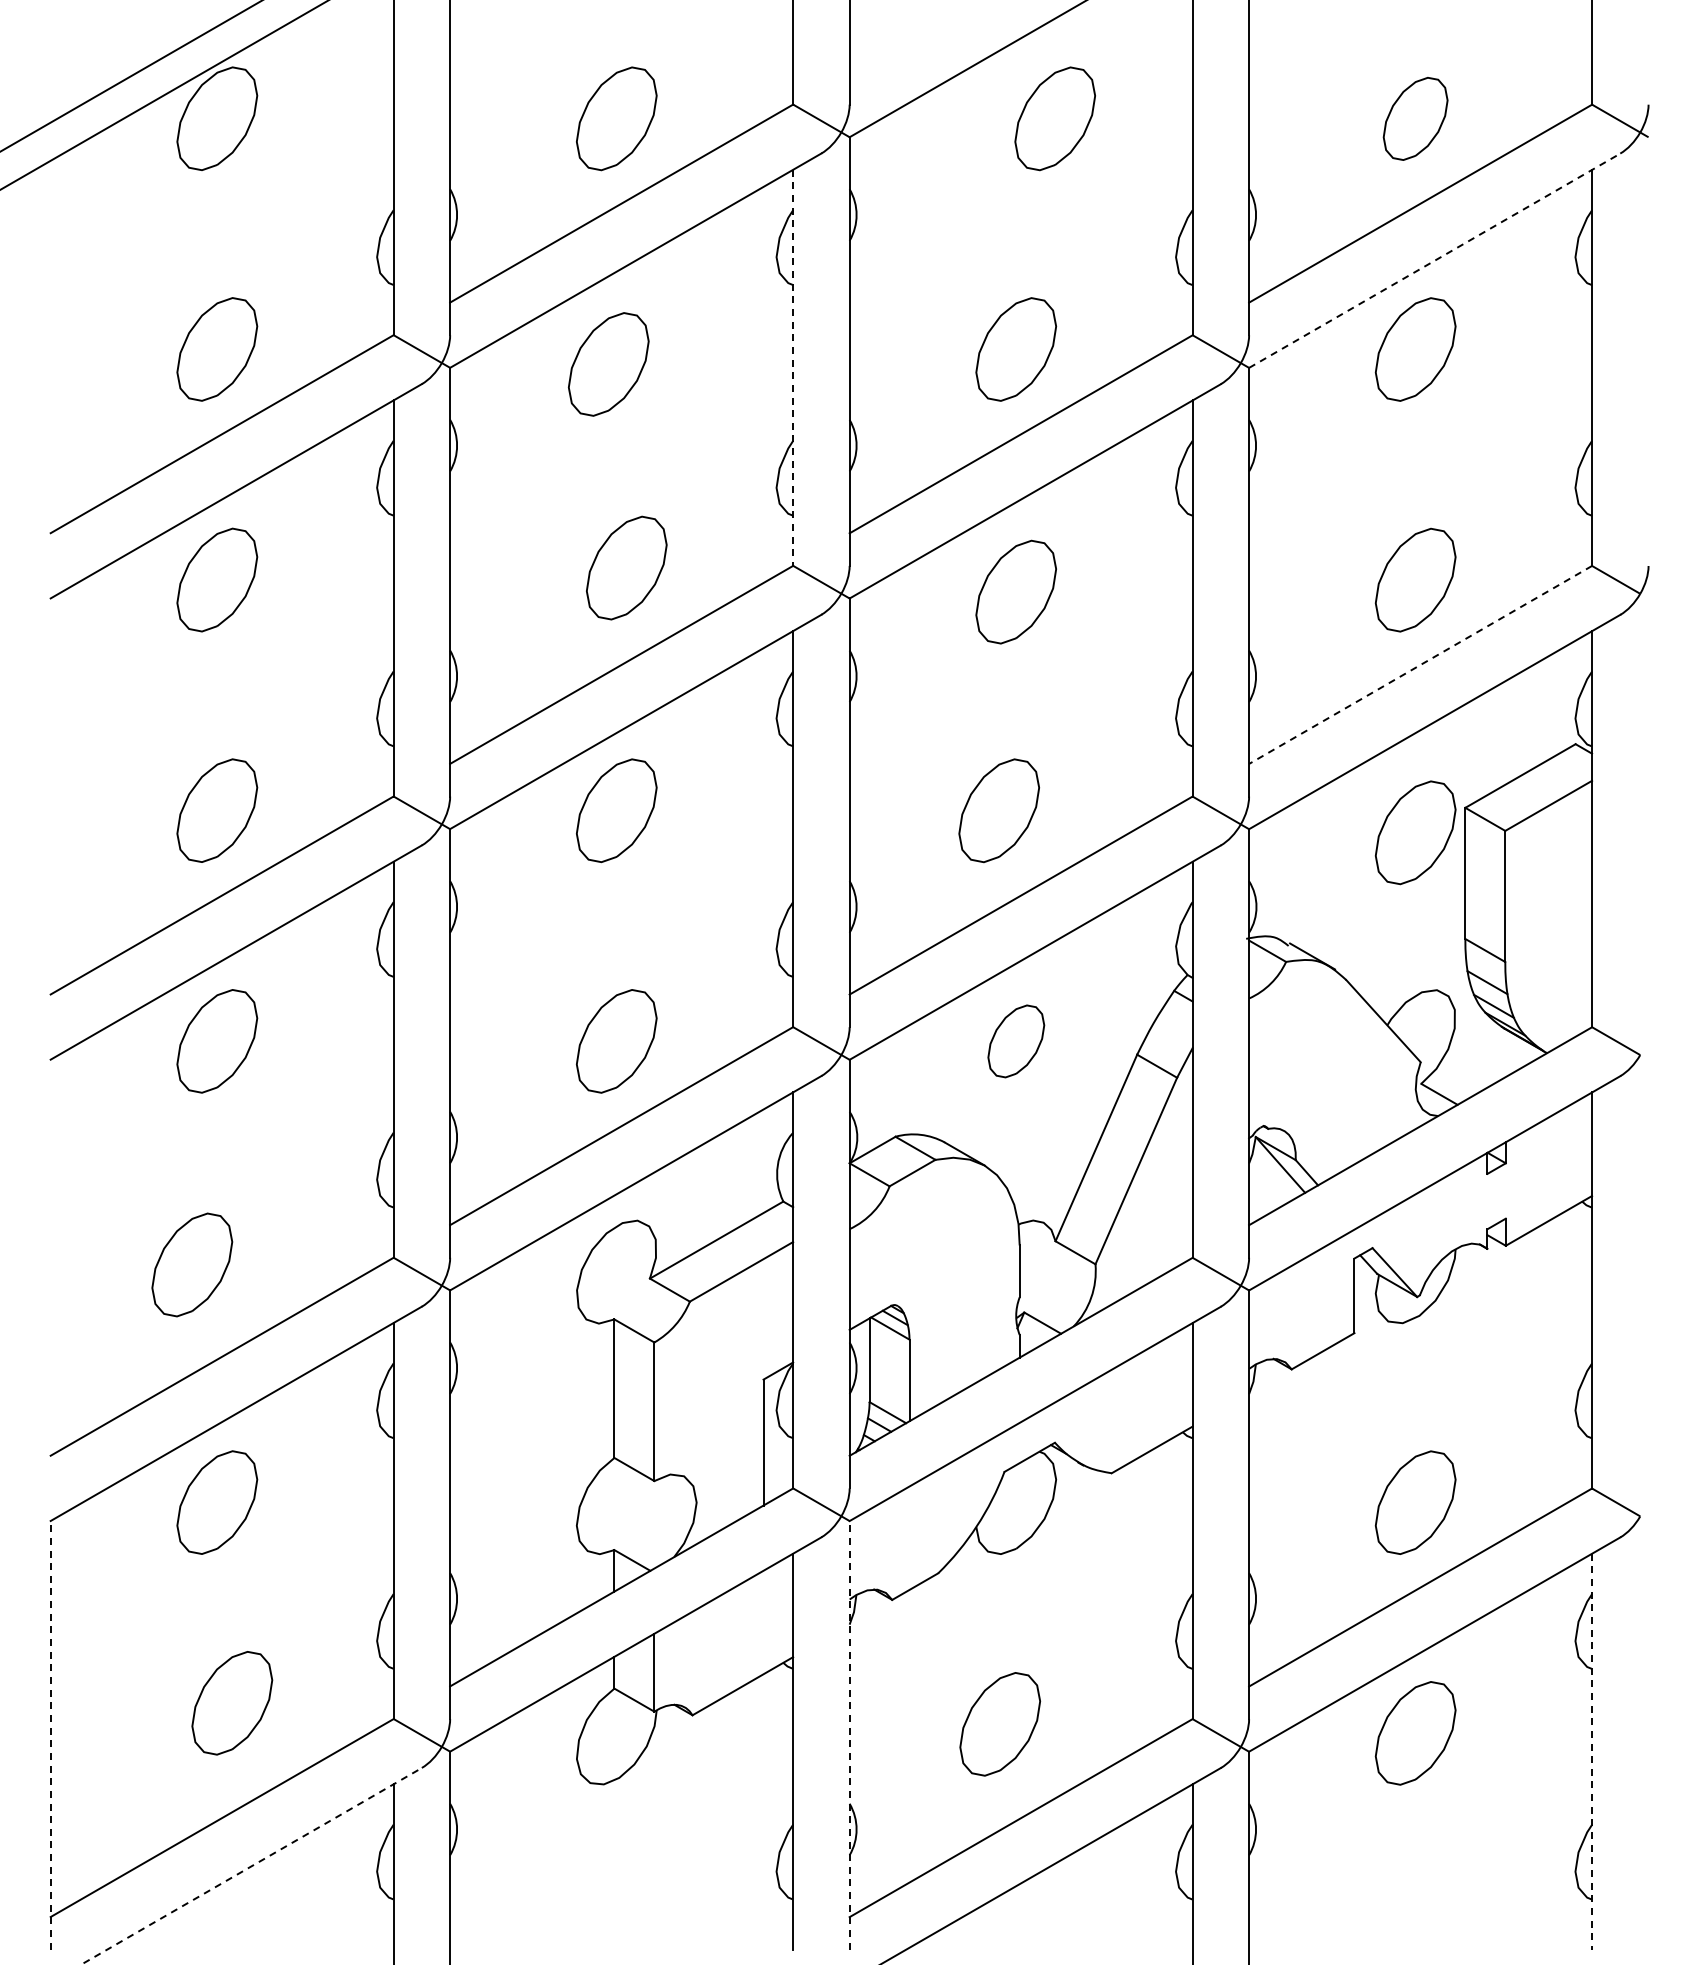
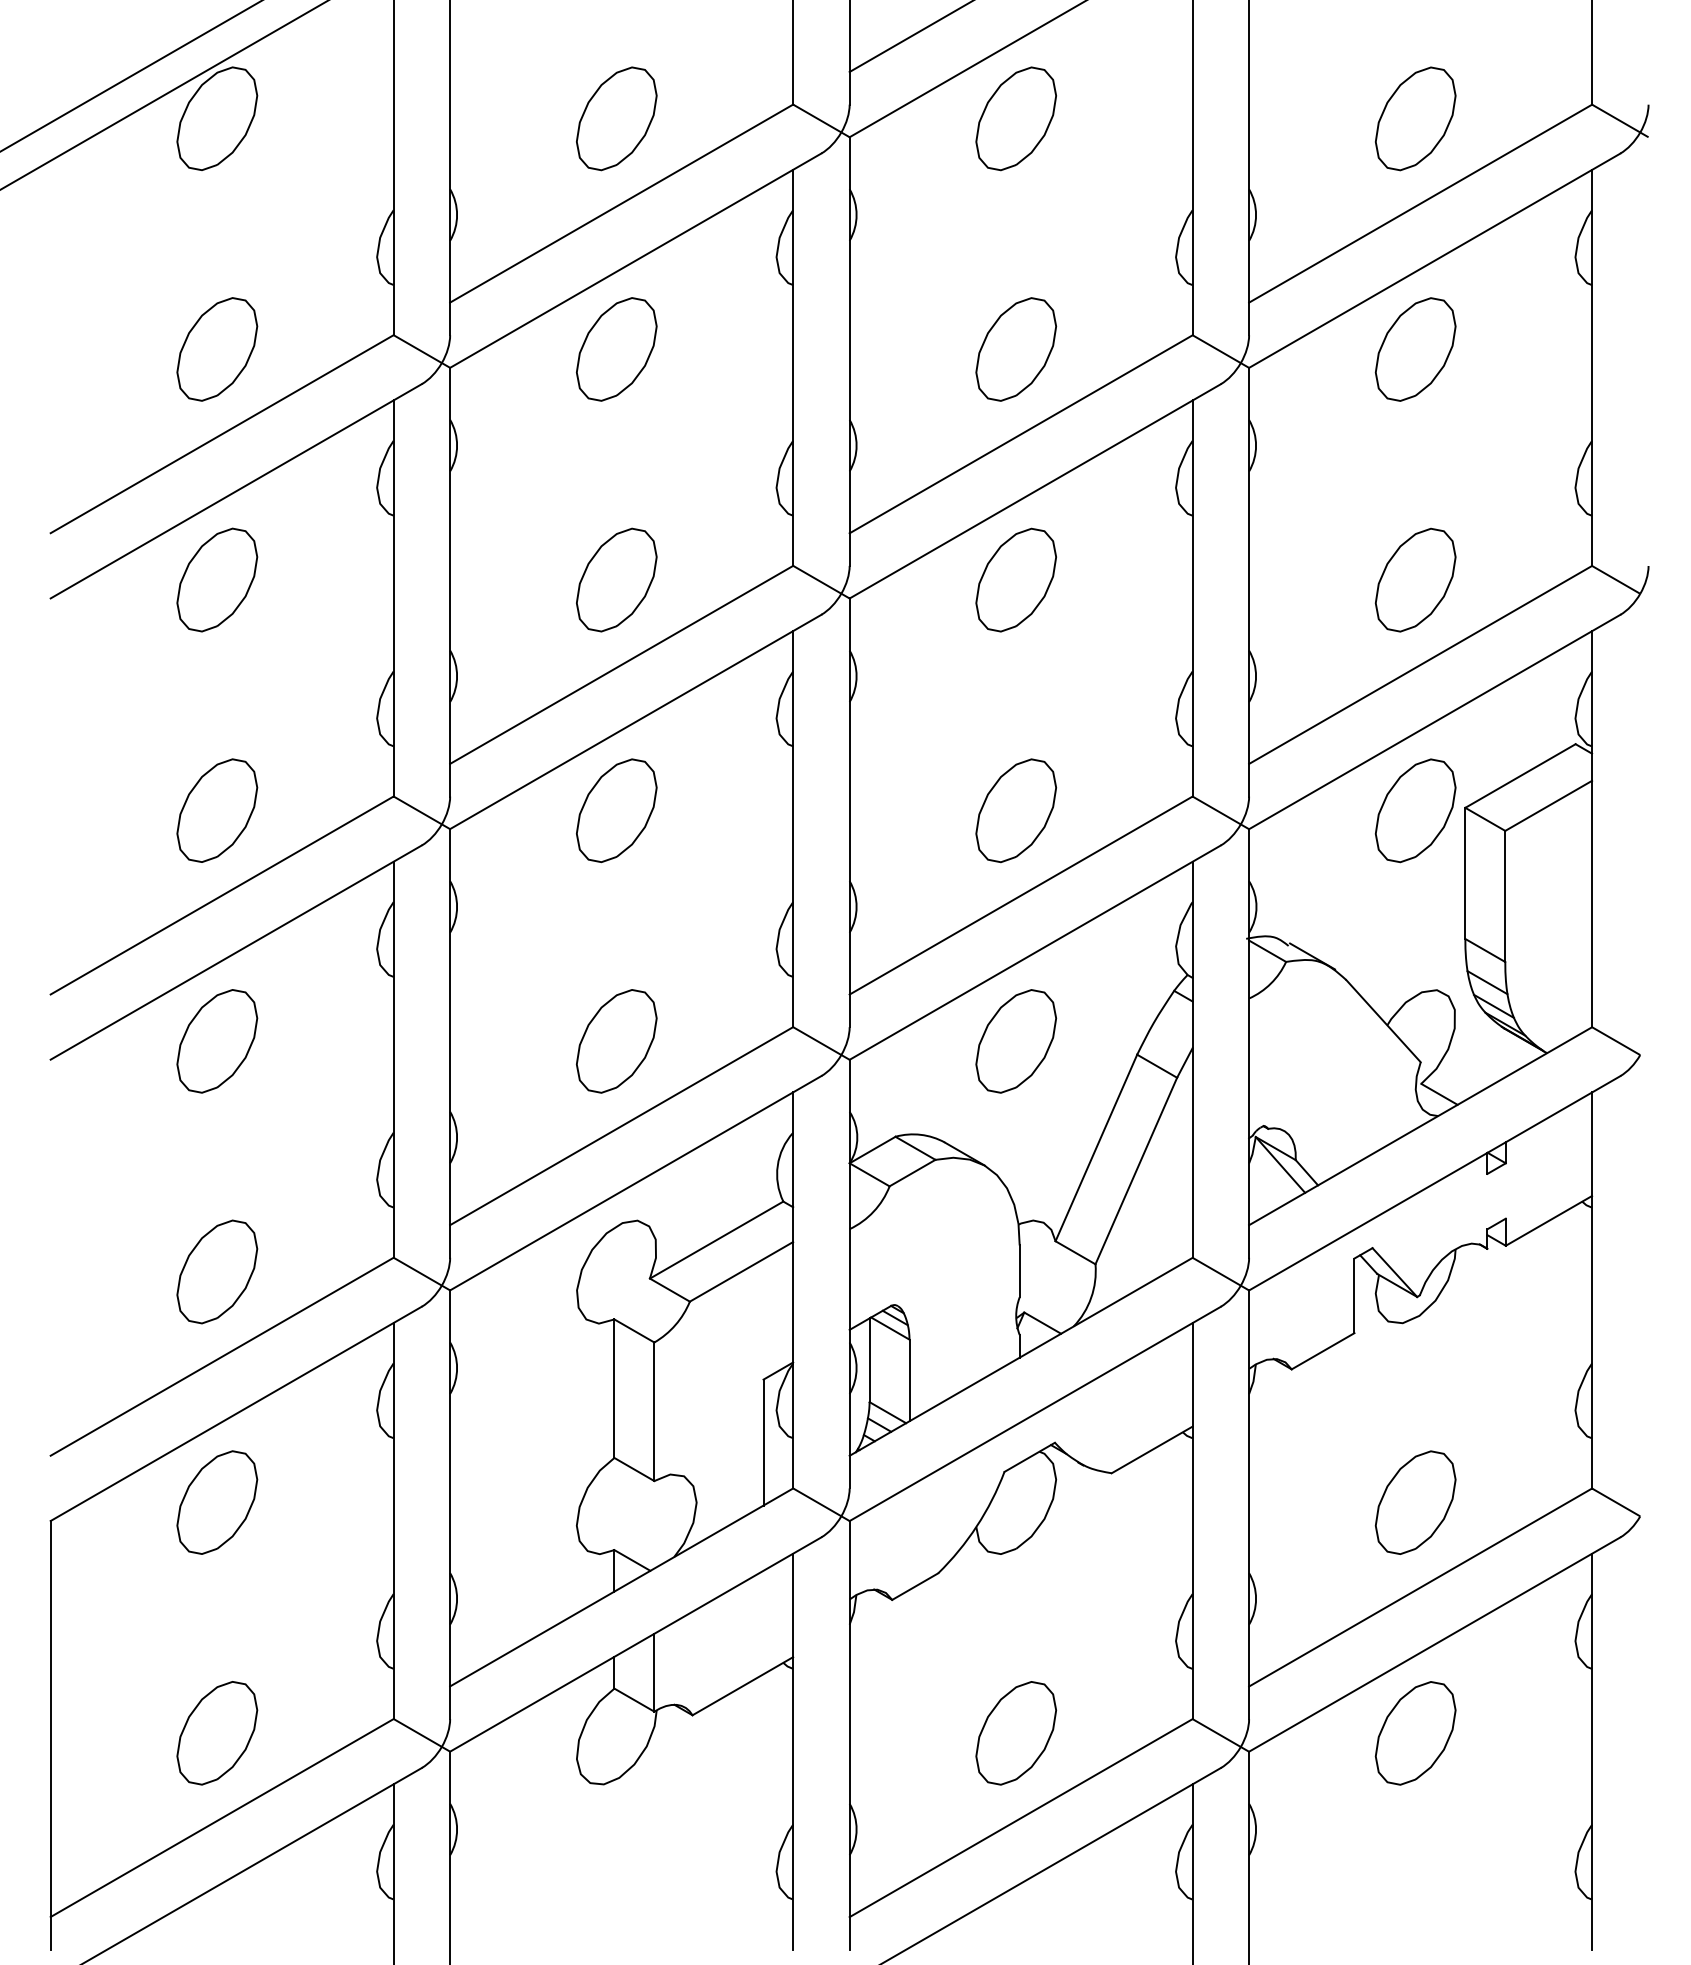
line at (909, 37): none -> present
part at (1054, 118) position: (1054, 118) -> (1015, 118)
part at (1415, 118) size: 67x84 px -> 83x106 px
line at (1435, 260): dashed -> solid
part at (608, 364) position: (608, 364) -> (616, 349)
line at (793, 368): dashed -> solid
part at (626, 567) position: (626, 567) -> (616, 579)
part at (1015, 591) position: (1015, 591) -> (1015, 579)
line at (1420, 665): dashed -> solid
part at (998, 810) position: (998, 810) -> (1015, 810)
part at (1415, 832) position: (1415, 832) -> (1415, 810)
part at (1016, 1041) size: 59x75 px -> 83x105 px
part at (192, 1264) position: (192, 1264) -> (217, 1271)
part at (232, 1703) position: (232, 1703) -> (217, 1733)
part at (1000, 1724) position: (1000, 1724) -> (1016, 1733)
line at (50, 1734): dashed -> solid
line at (849, 1734): dashed -> solid
line at (1592, 1752): dashed -> solid
line at (251, 1866): dashed -> solid
